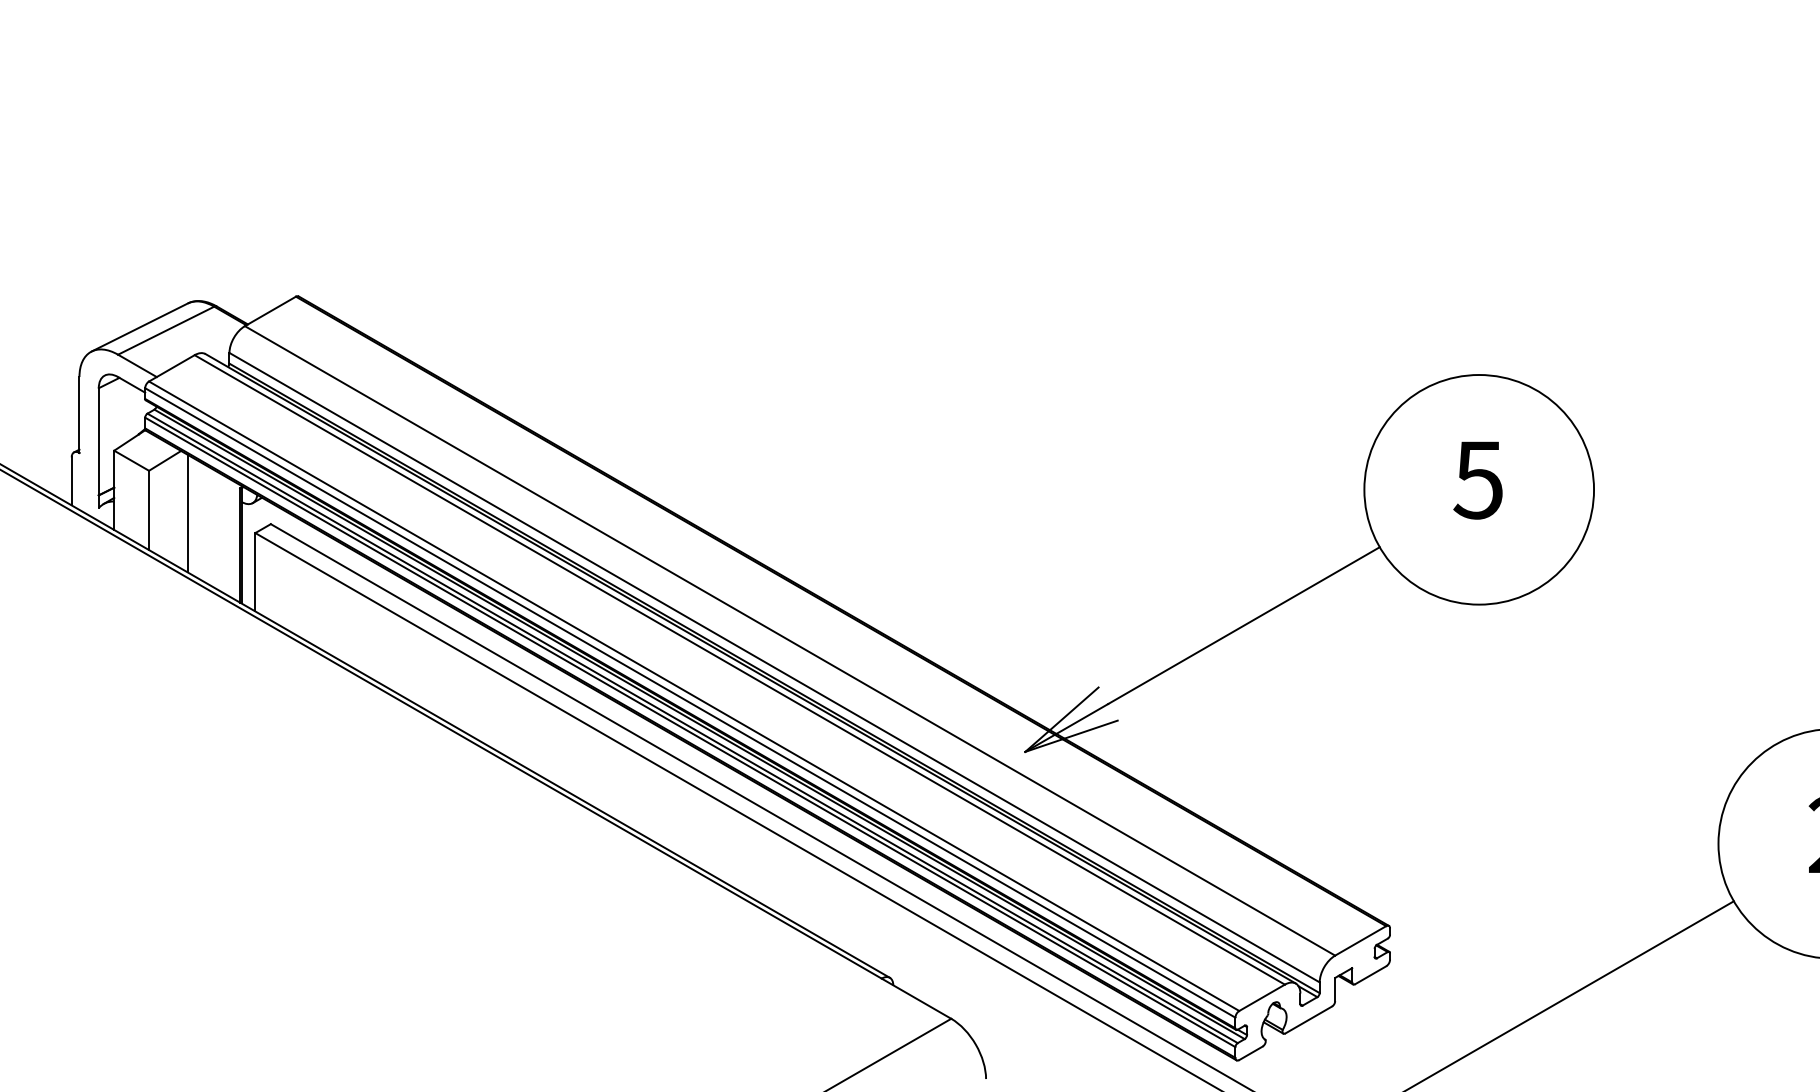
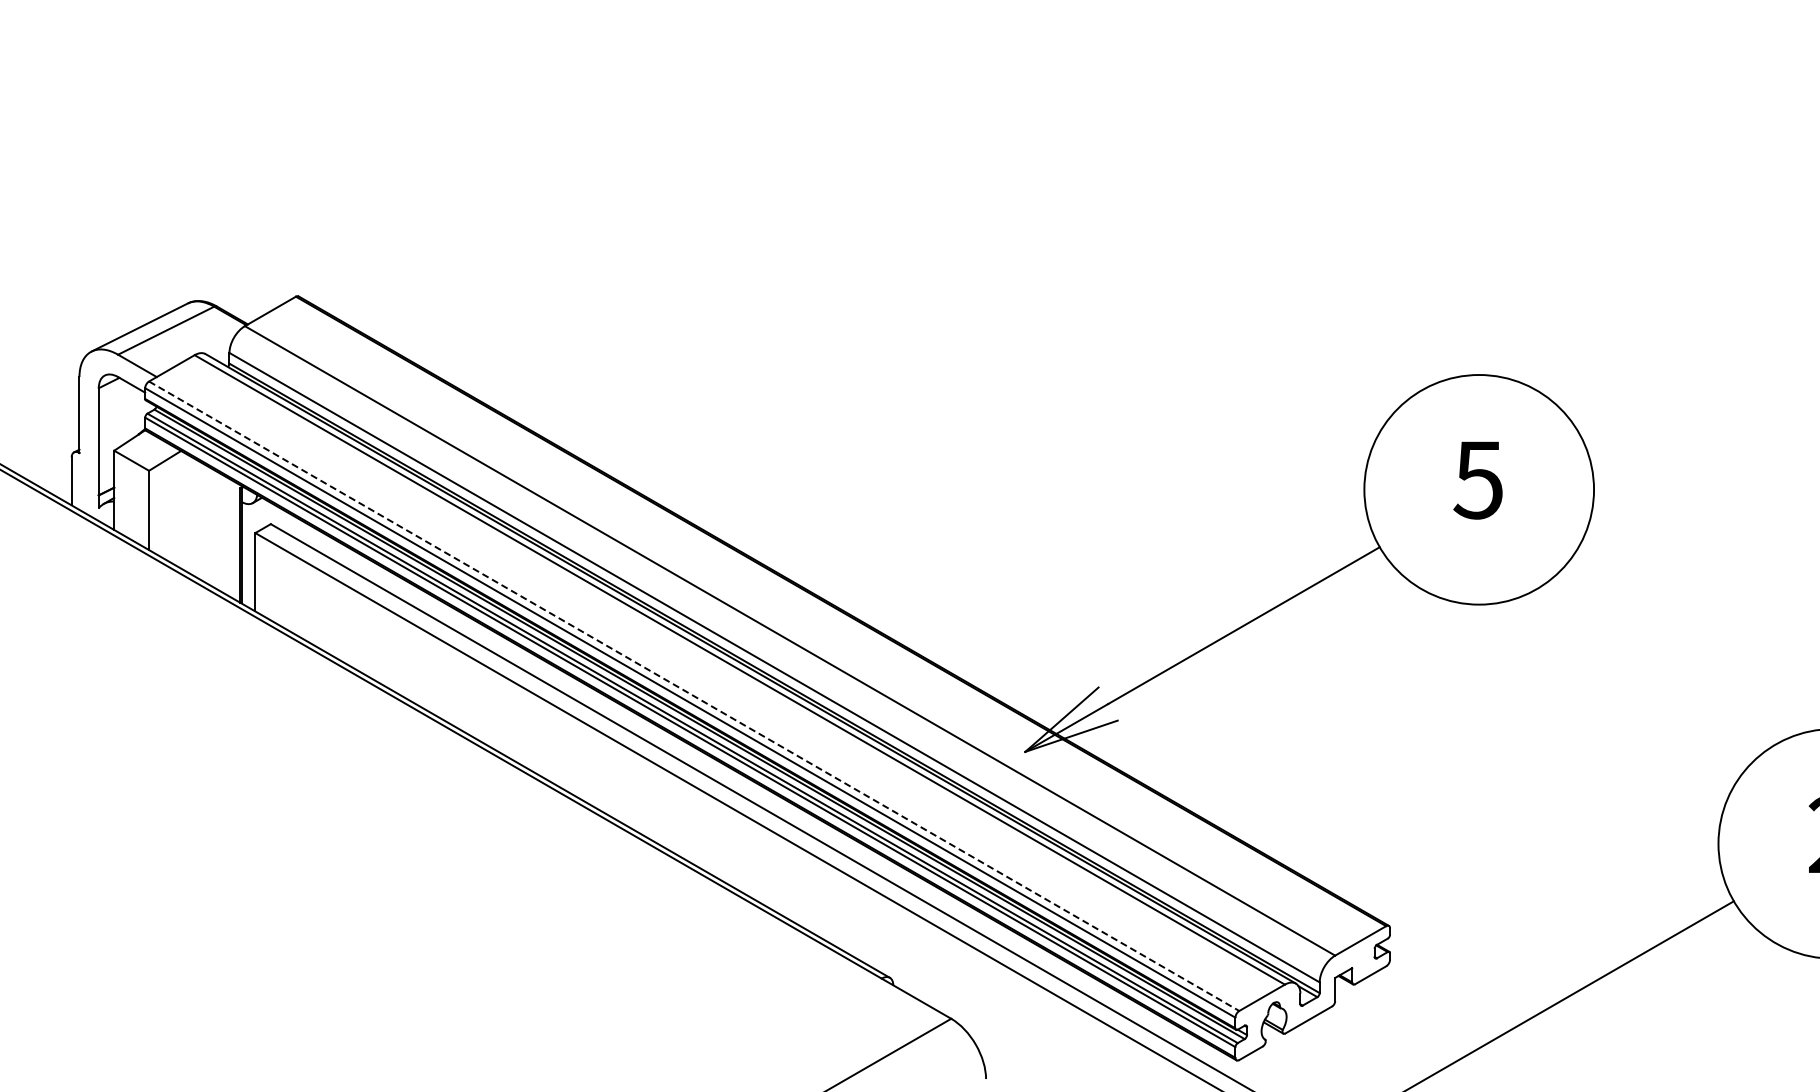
line at (187, 513): present -> none
line at (694, 696): solid -> dashed
